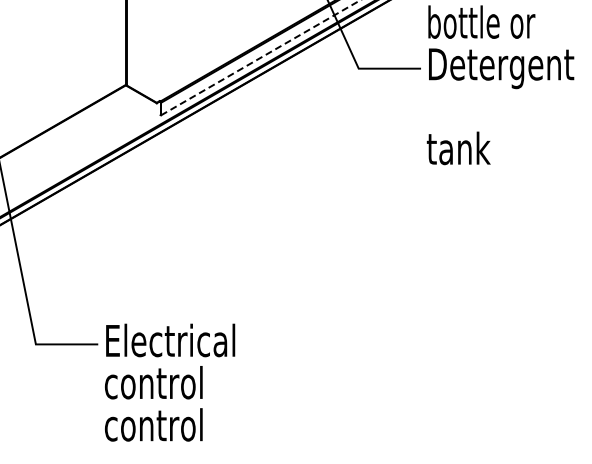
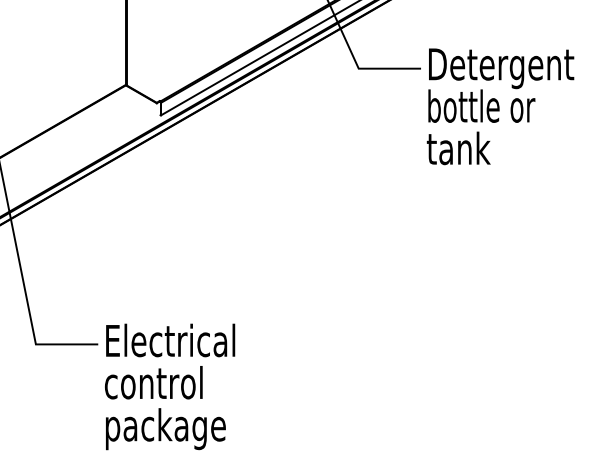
text at (481, 21) position: (481, 21) -> (481, 105)
line at (260, 57): dashed -> solid
text at (164, 429): control -> package
